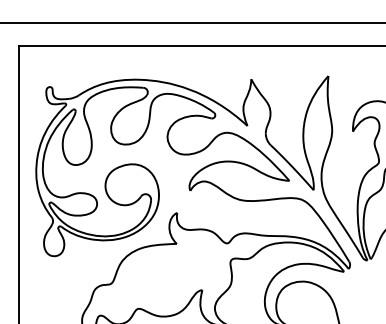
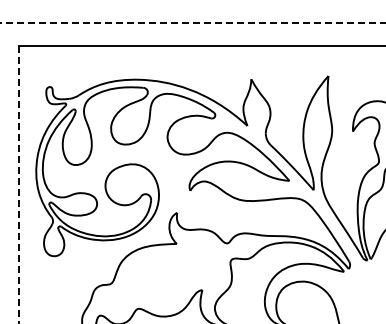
line at (192, 22): solid -> dashed
line at (18, 184): solid -> dashed
